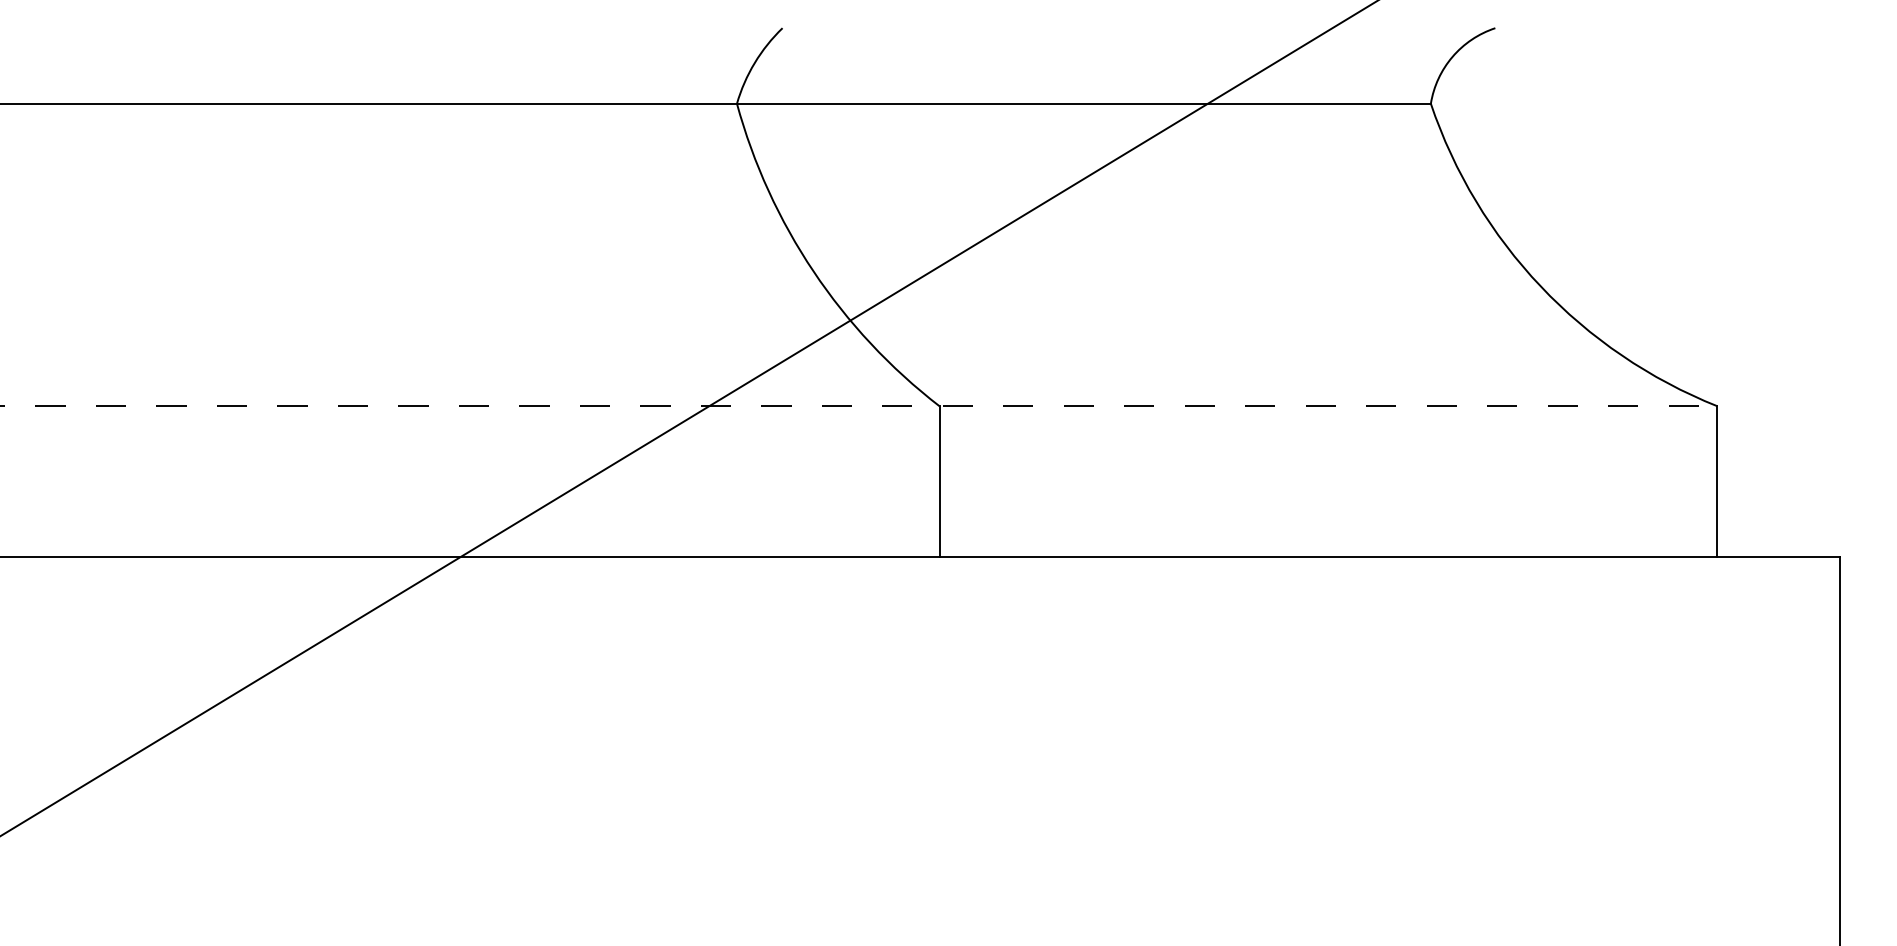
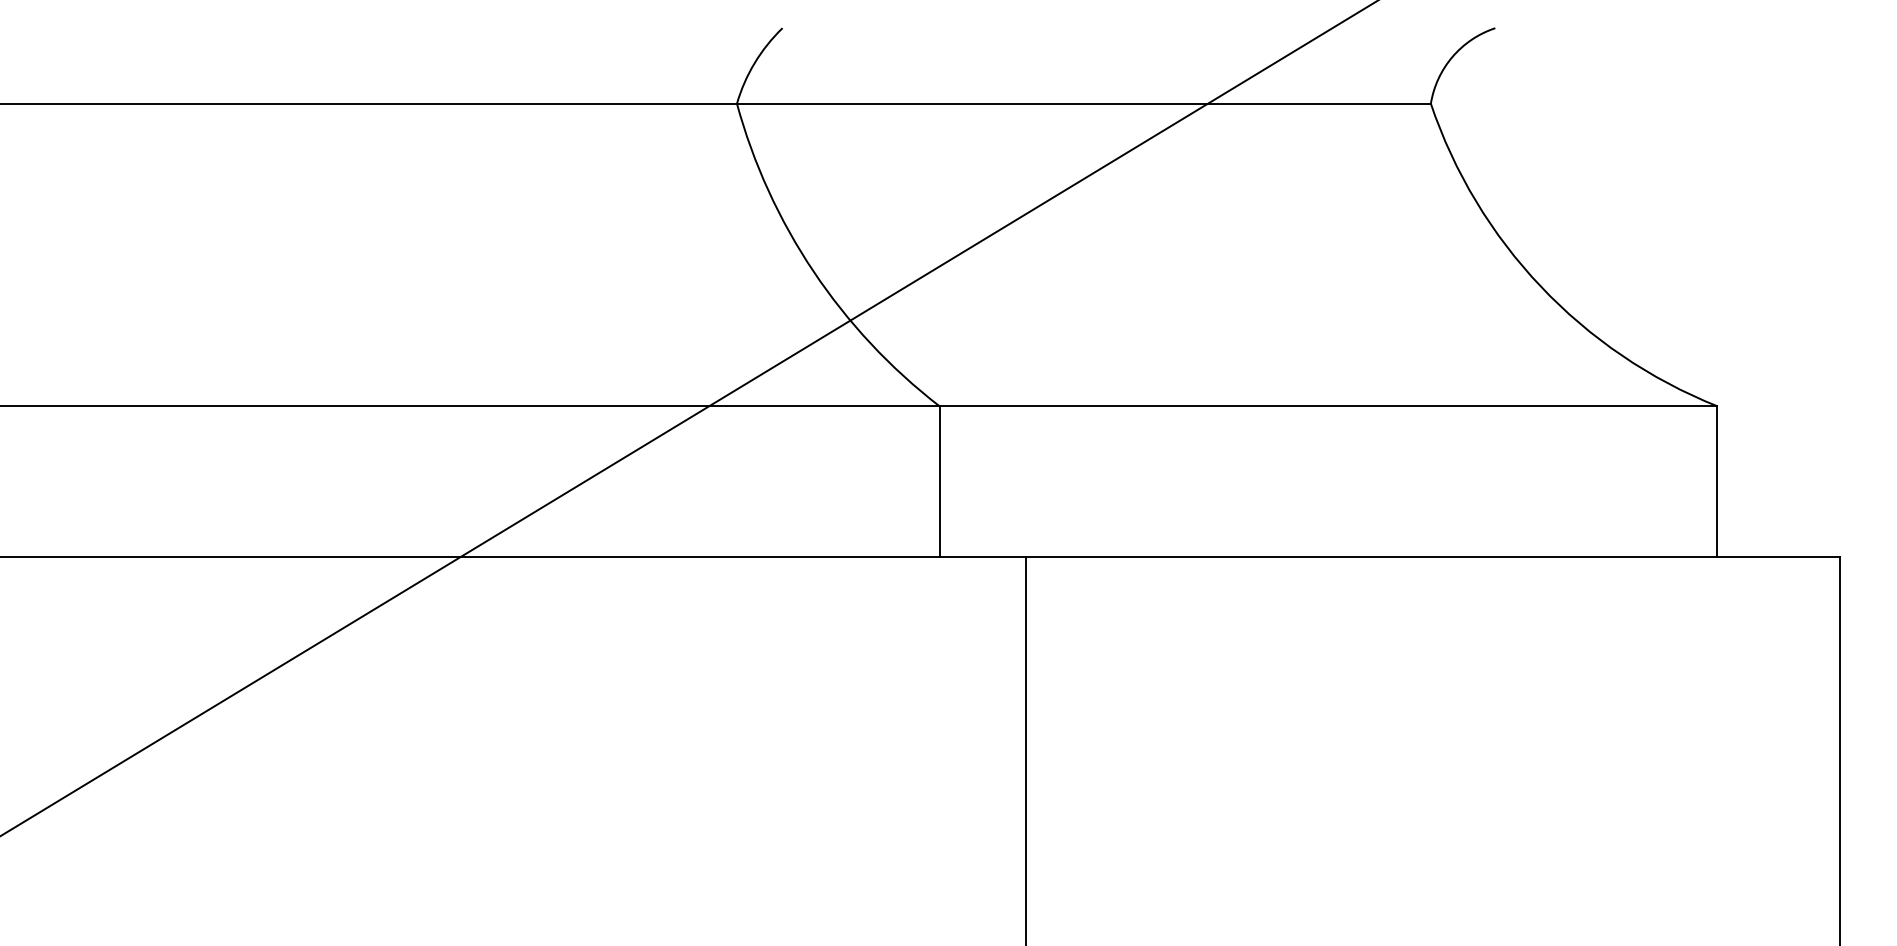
line at (859, 406): dashed -> solid
line at (1026, 749): none -> present
